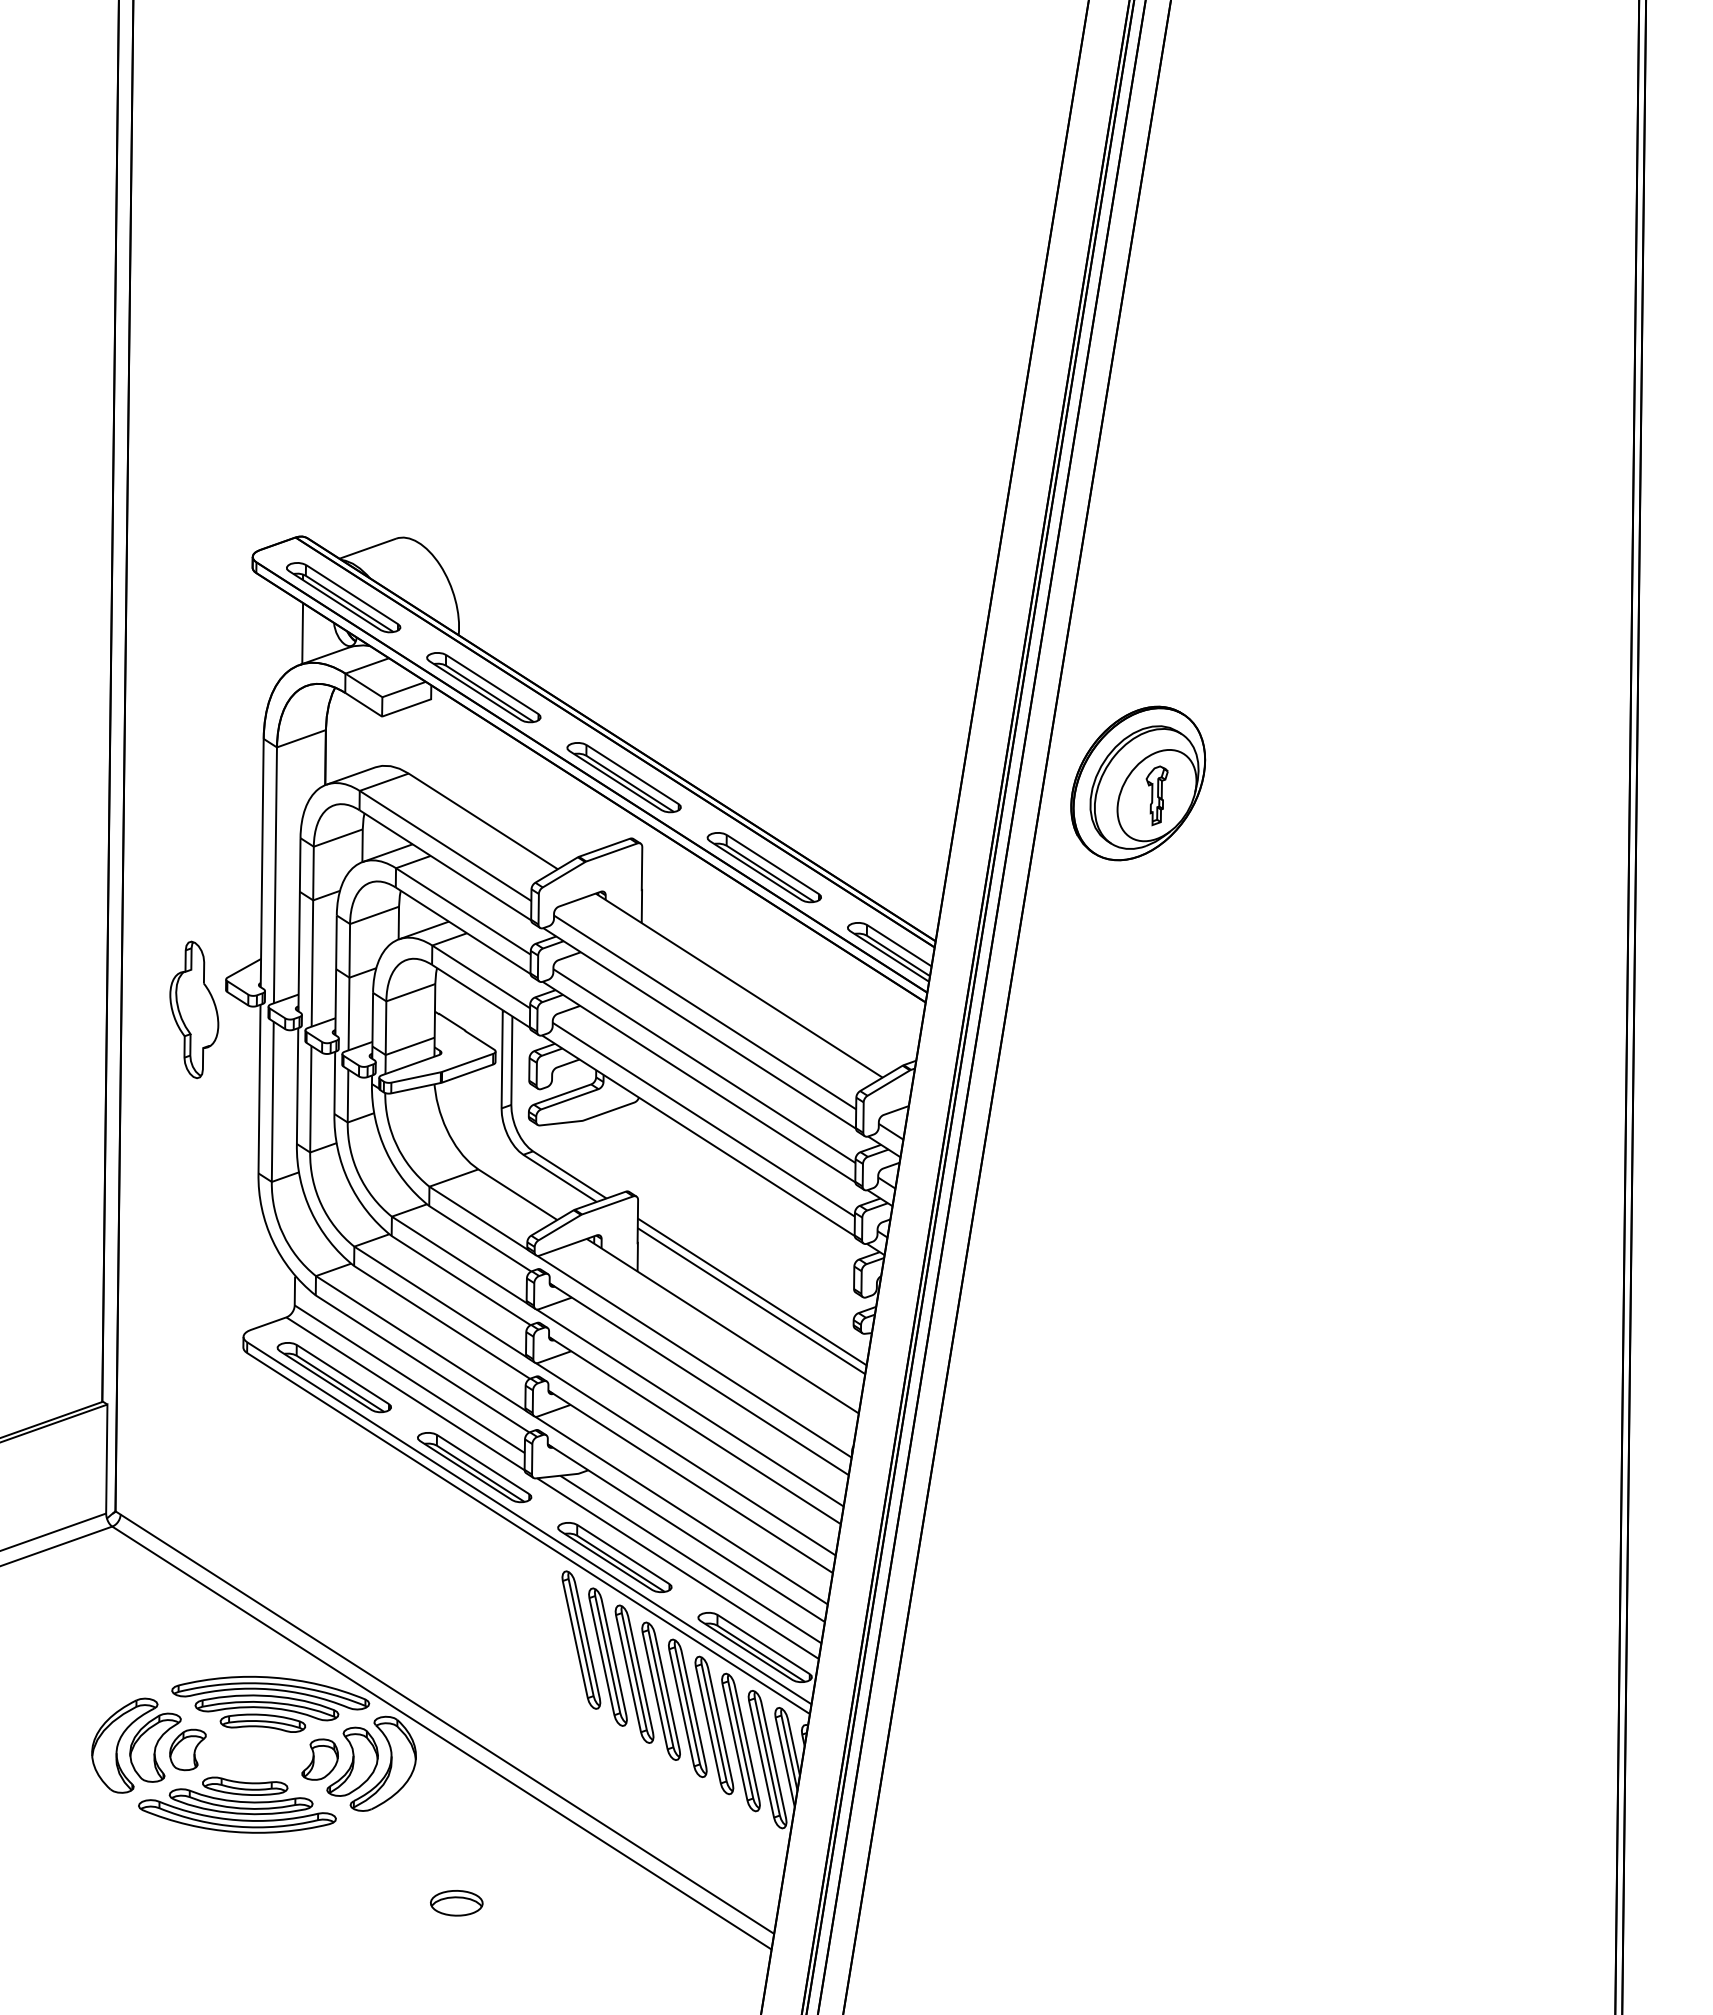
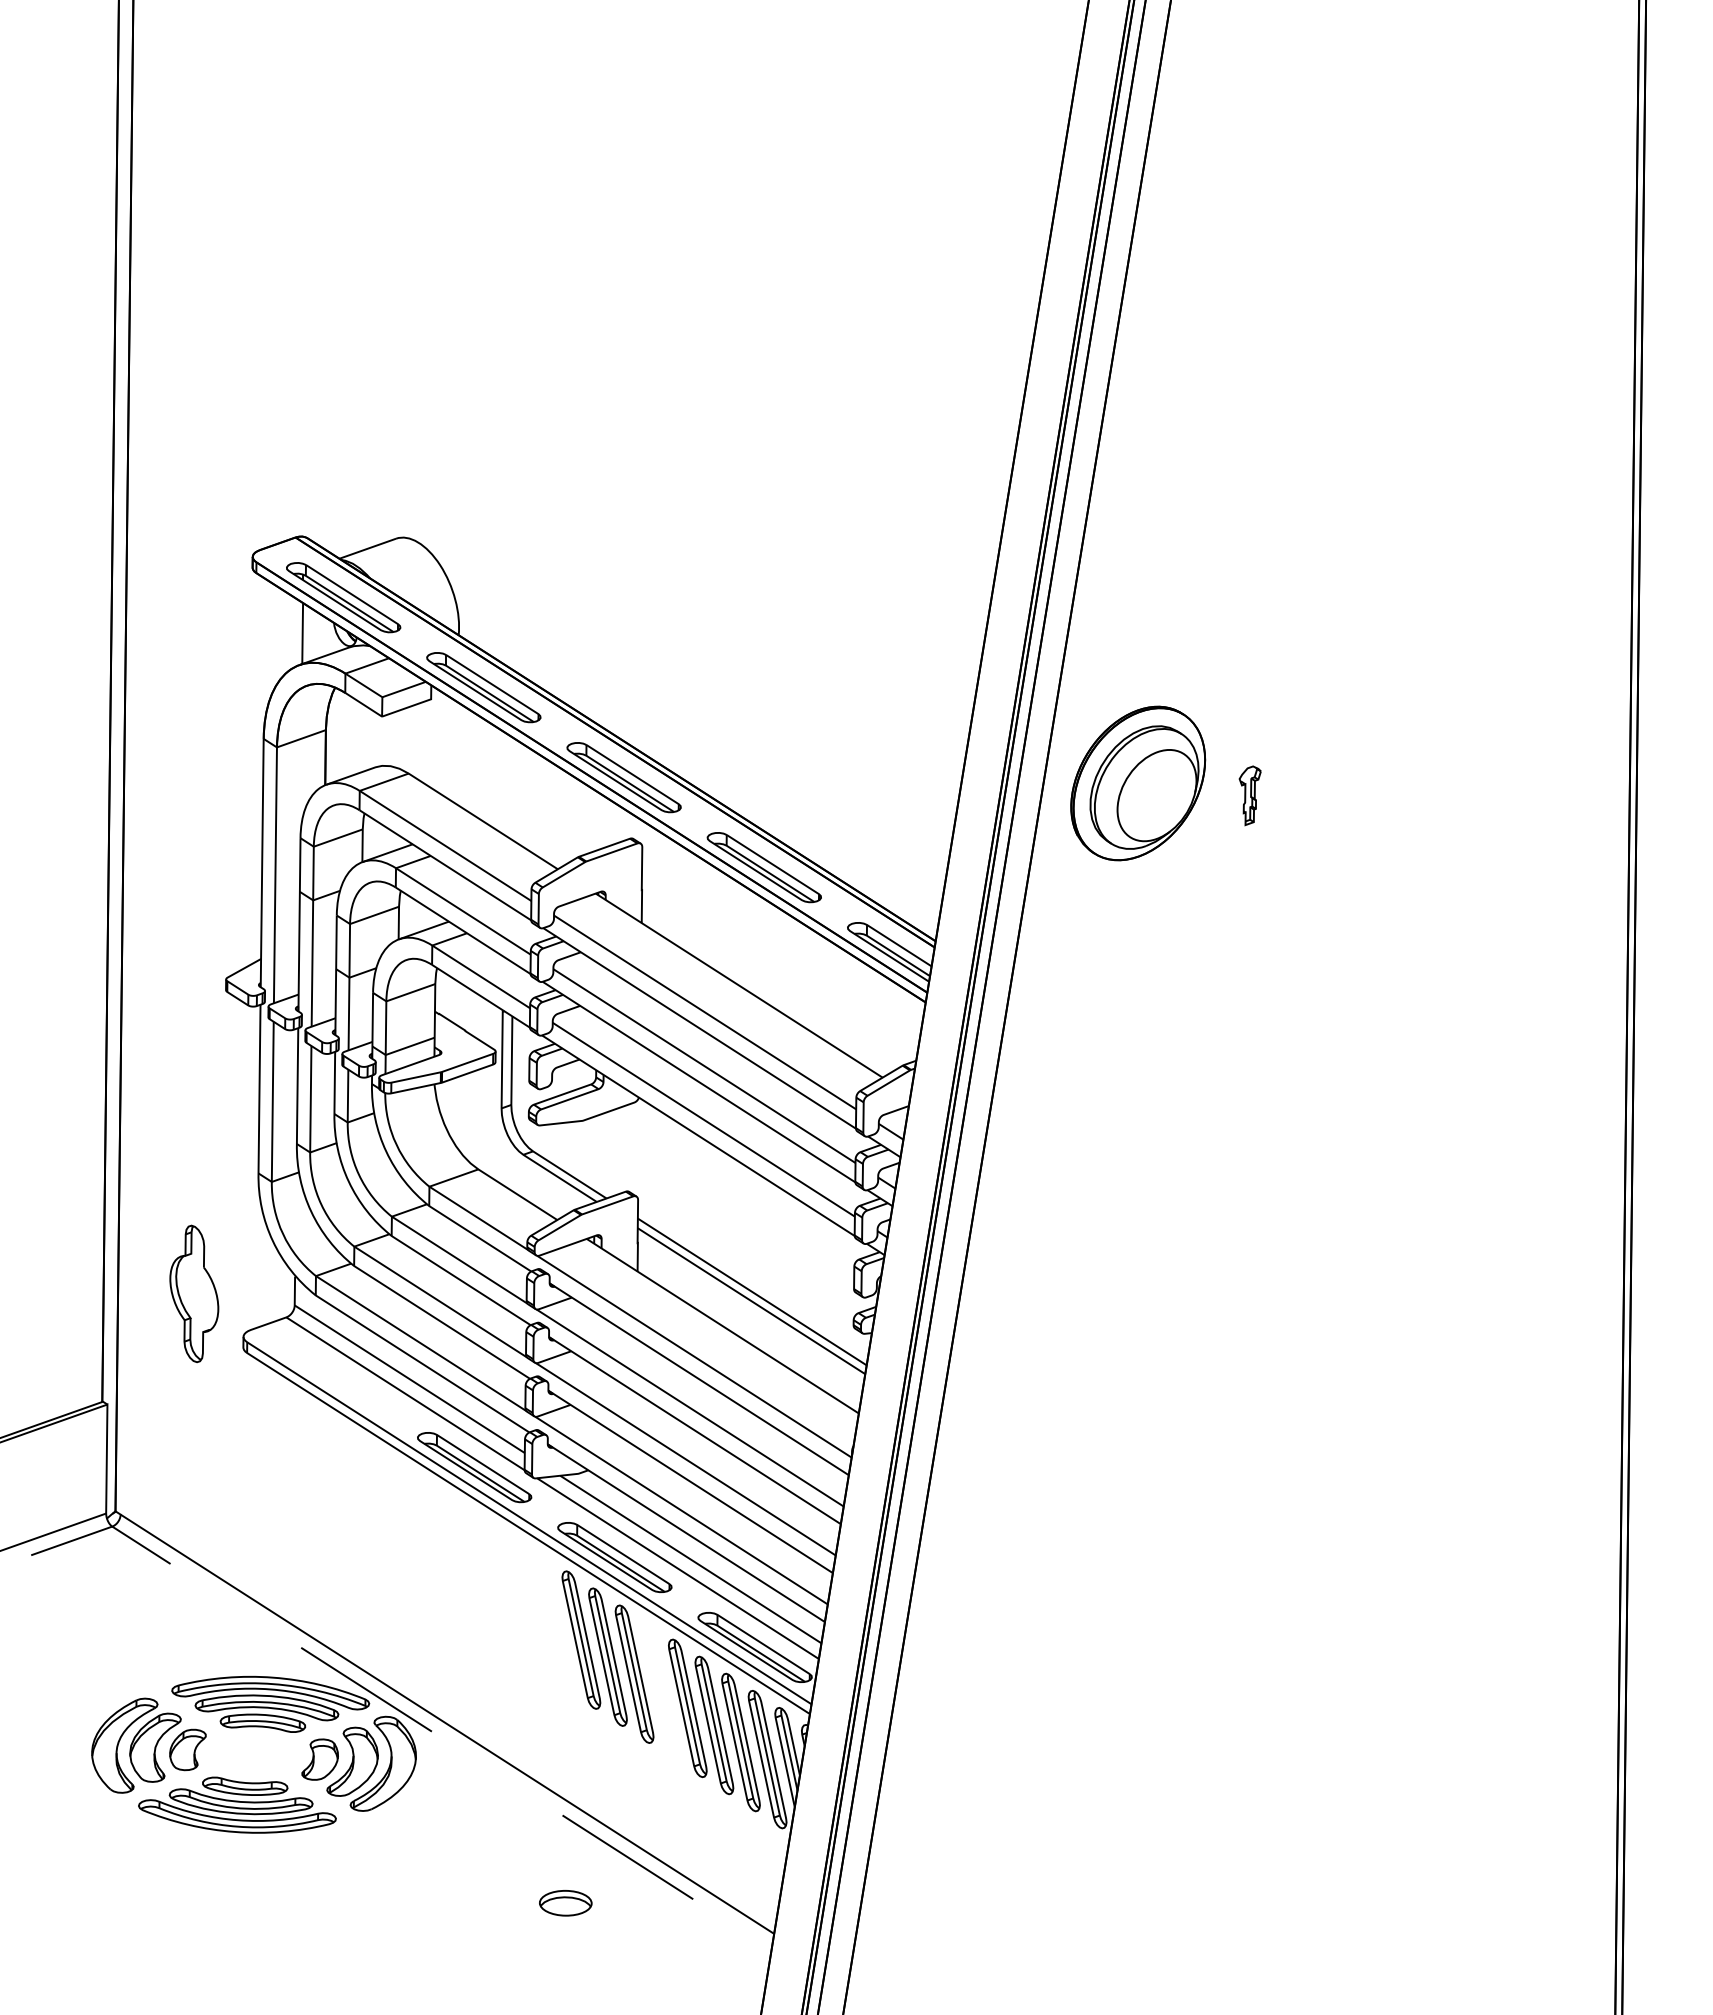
part at (1156, 795) position: (1156, 795) -> (1249, 795)
part at (194, 1009) position: (194, 1009) -> (194, 1293)
part at (333, 1377): present -> none
part at (660, 1690): present -> none
line at (391, 1705): solid -> dashed
part at (456, 1903) position: (456, 1903) -> (565, 1903)
